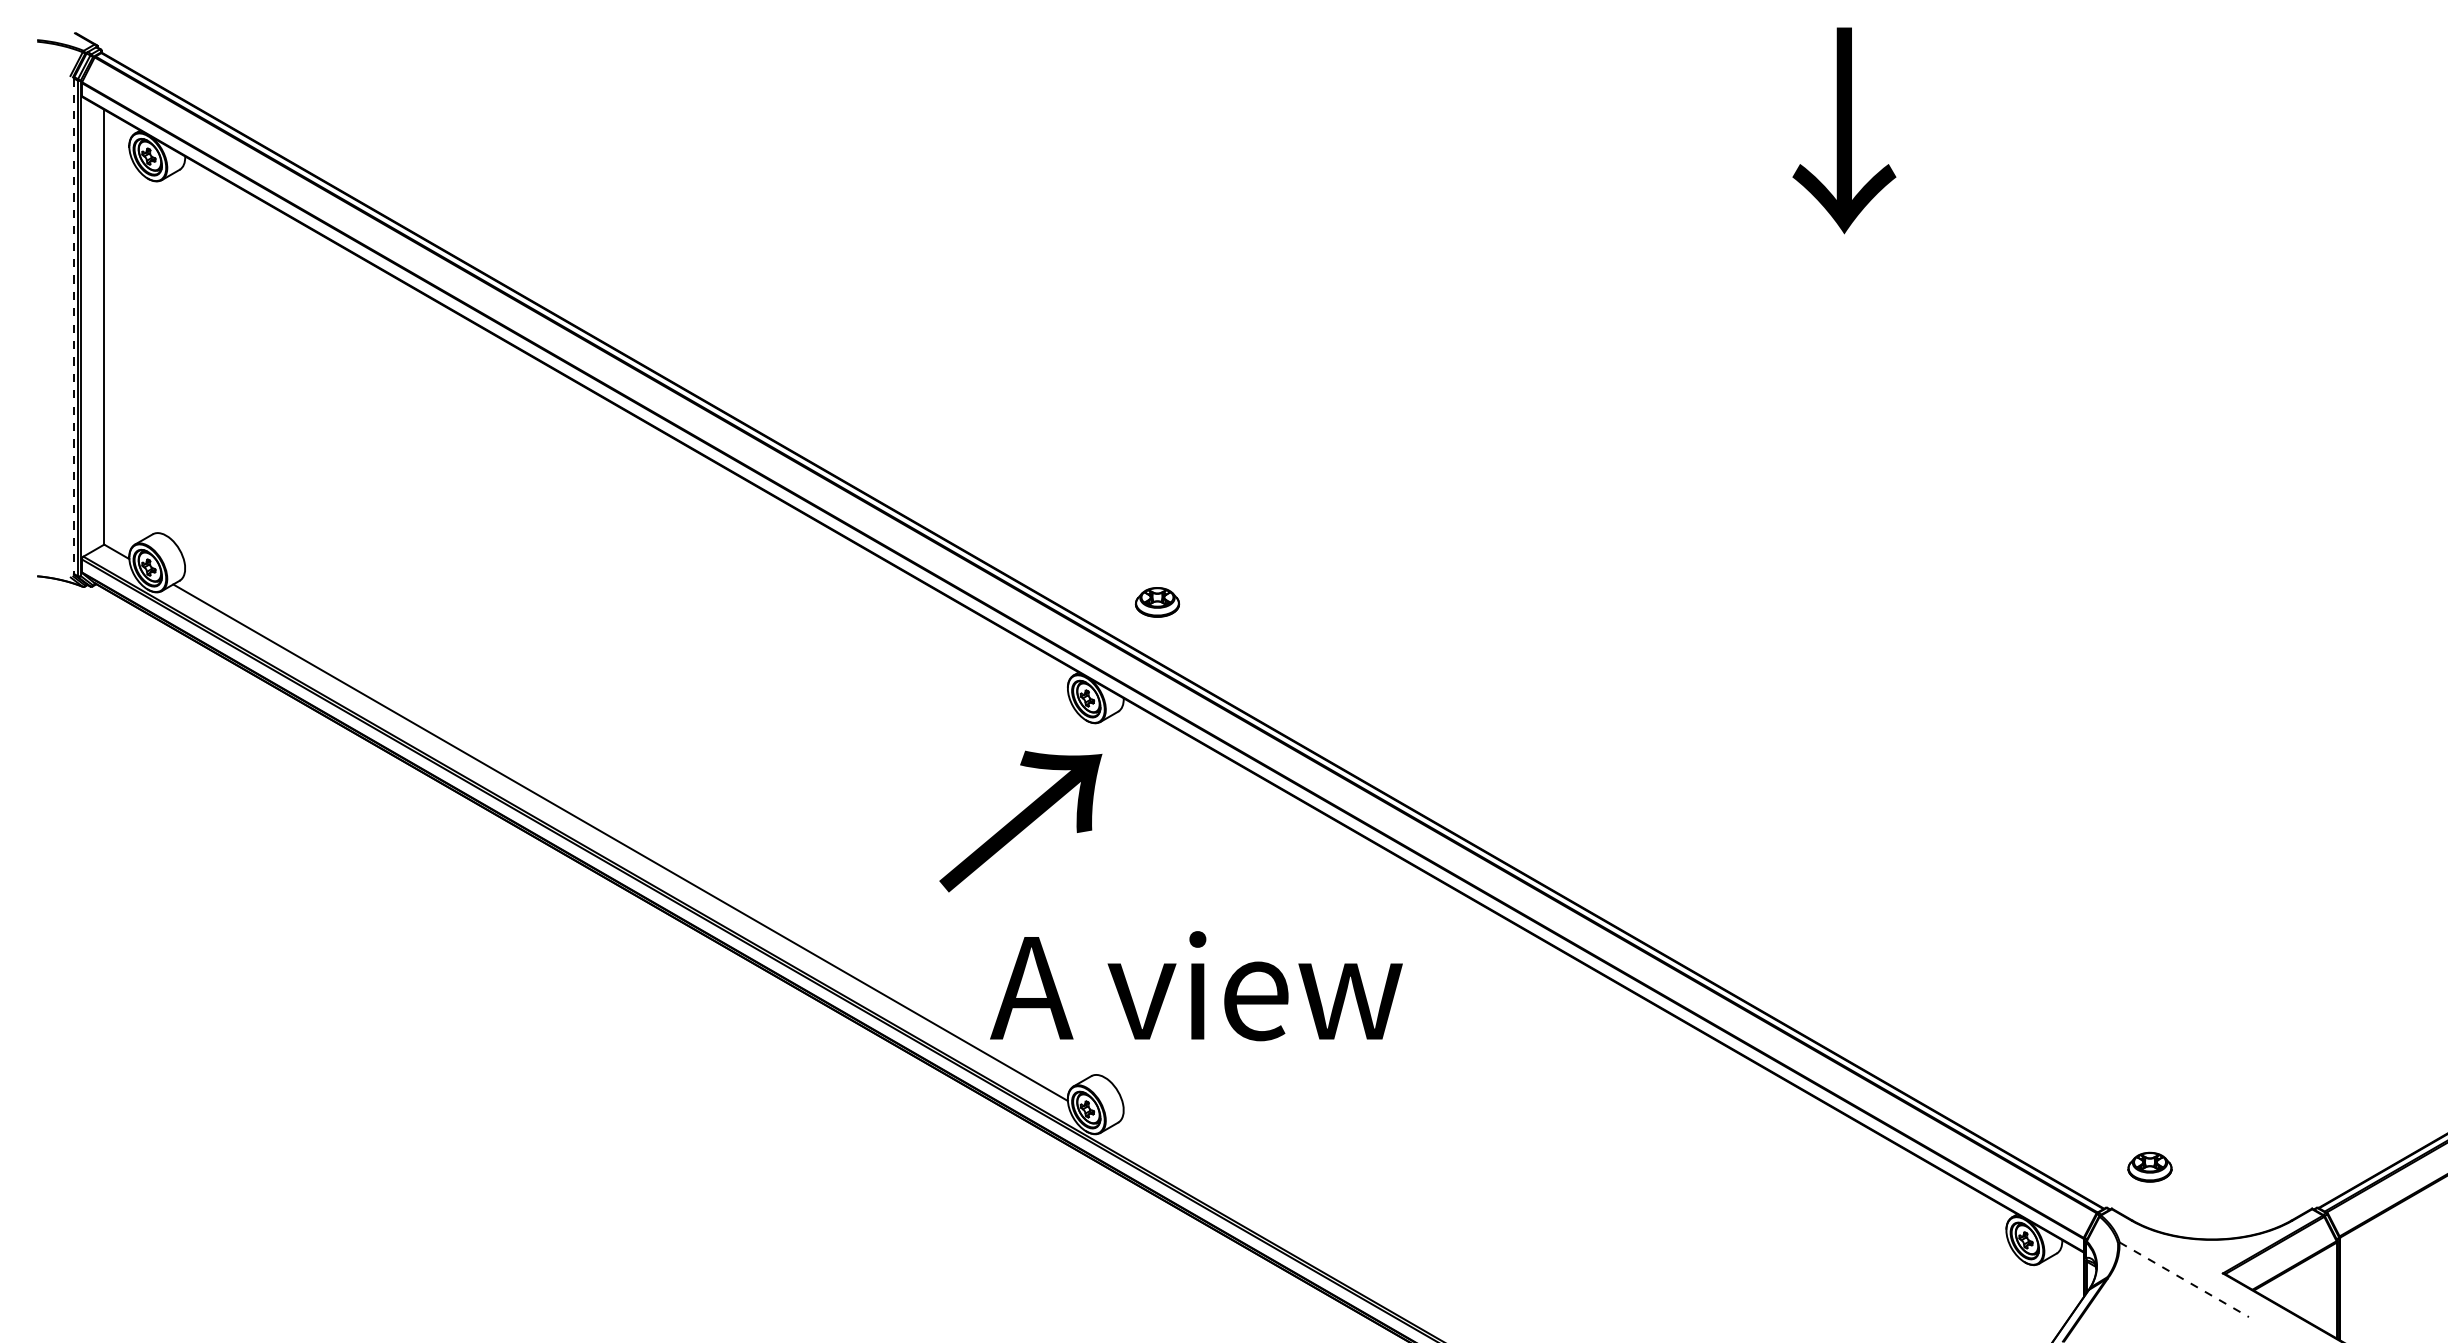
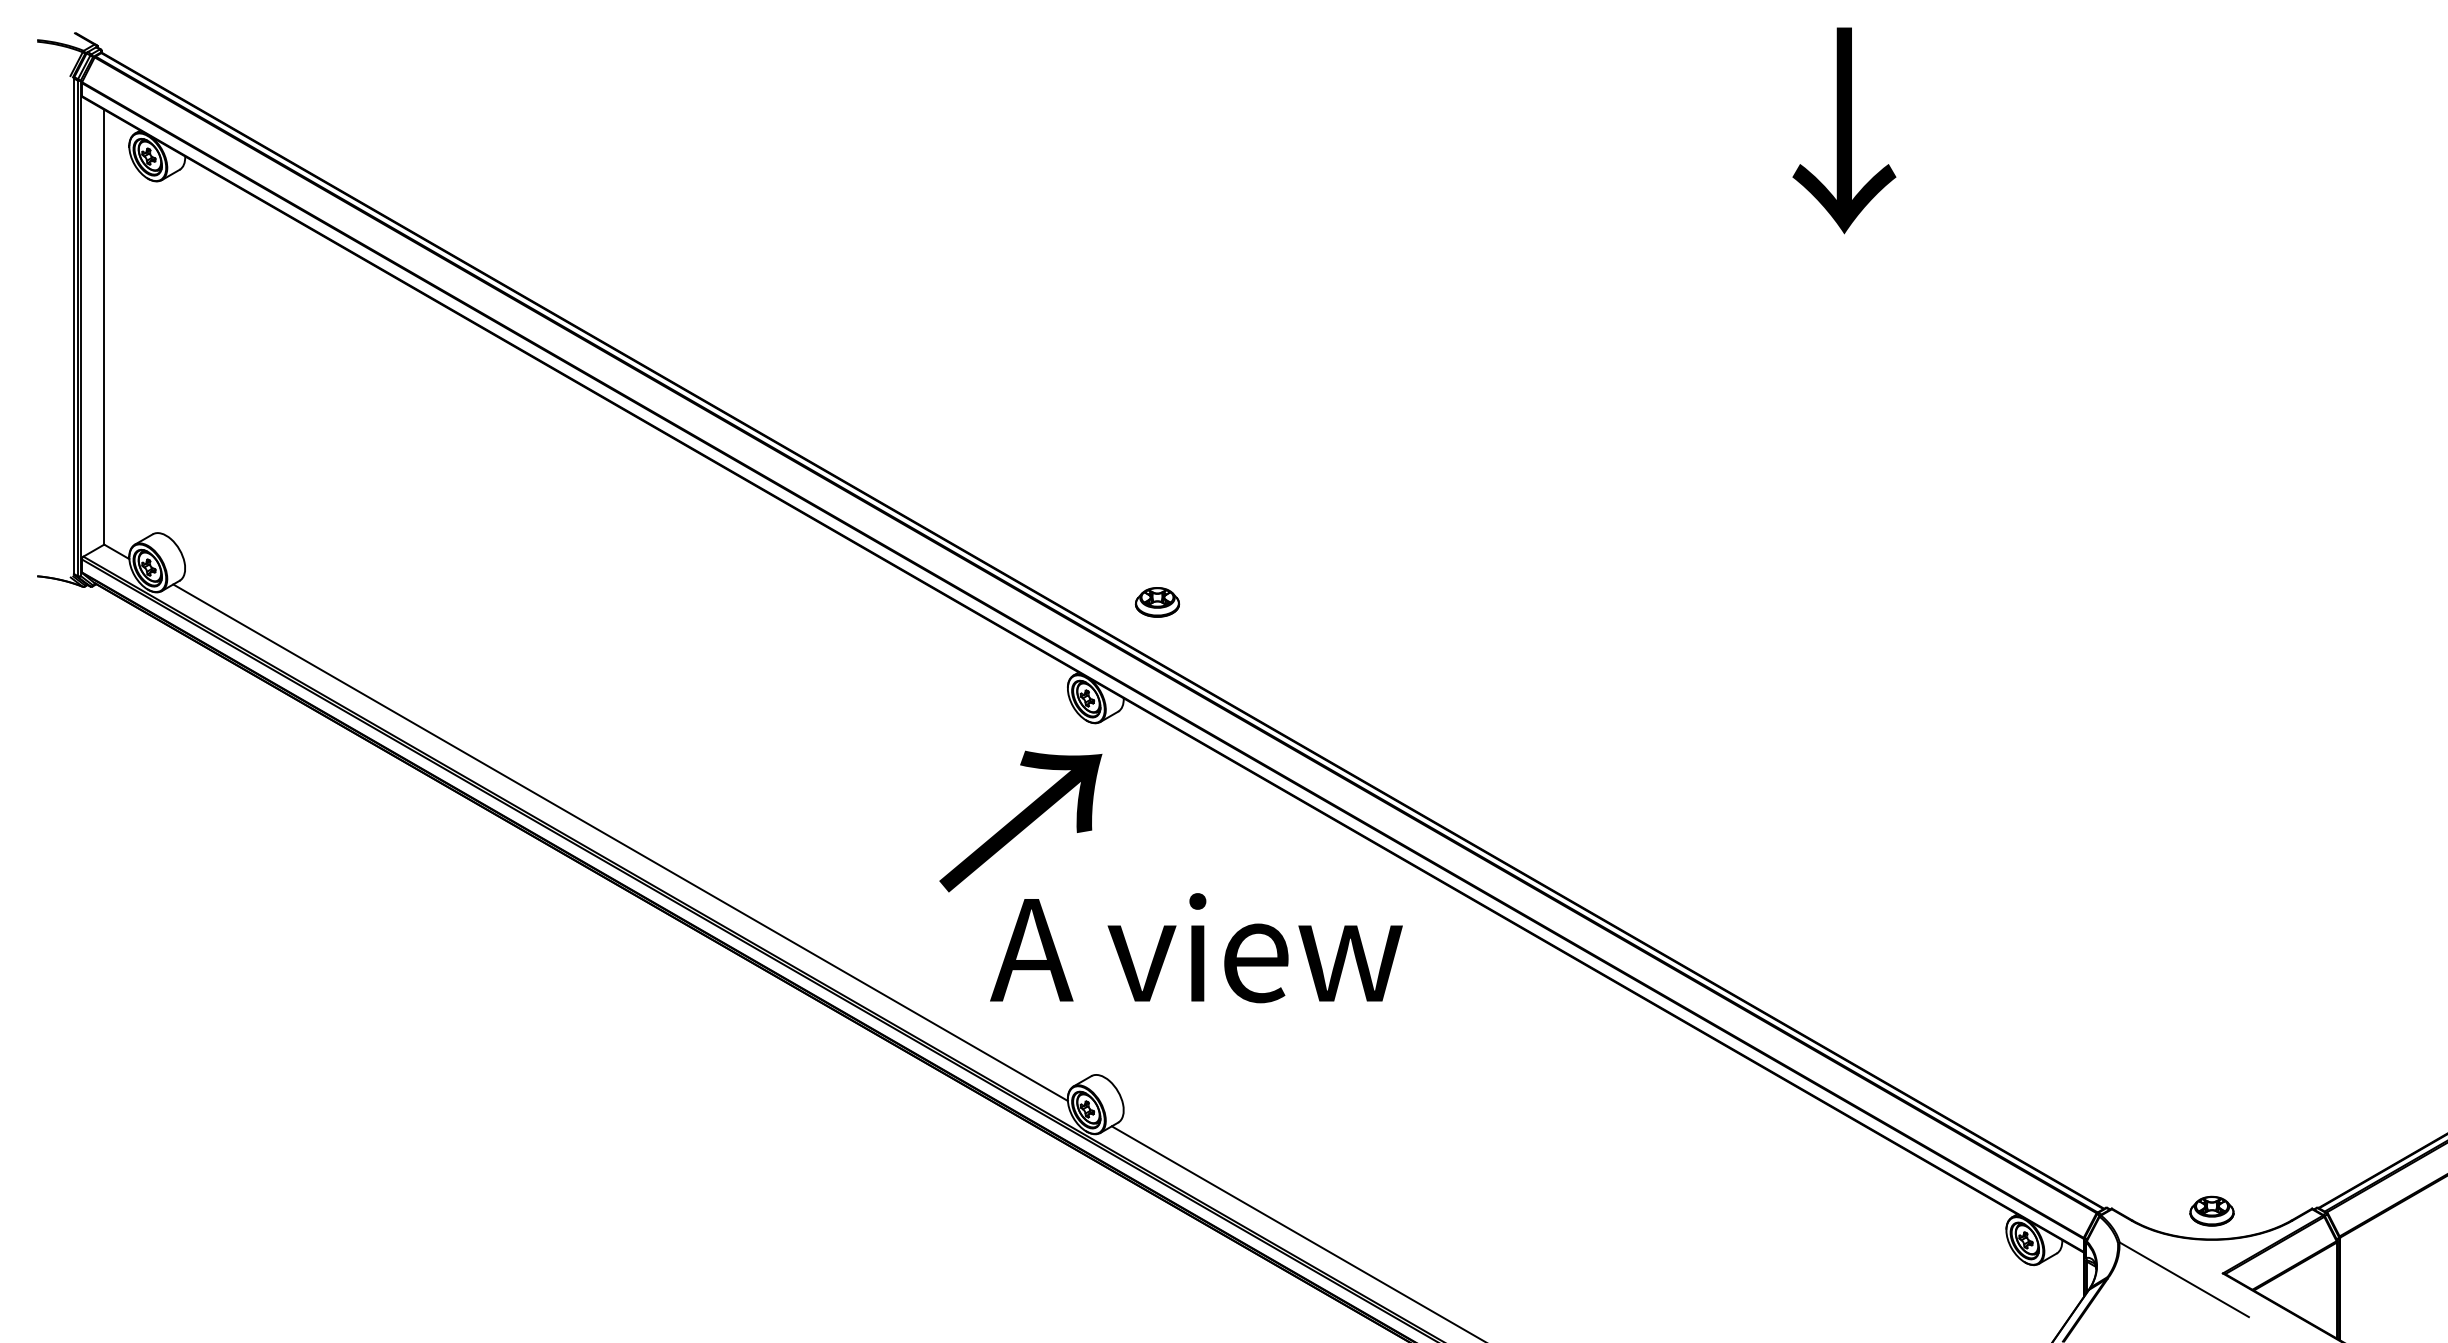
line at (73, 326): dashed -> solid
text at (1196, 986) position: (1196, 986) -> (1196, 948)
part at (2149, 1166) position: (2149, 1166) -> (2211, 1210)
line at (1296, 1232): none -> present
line at (2184, 1279): dashed -> solid
